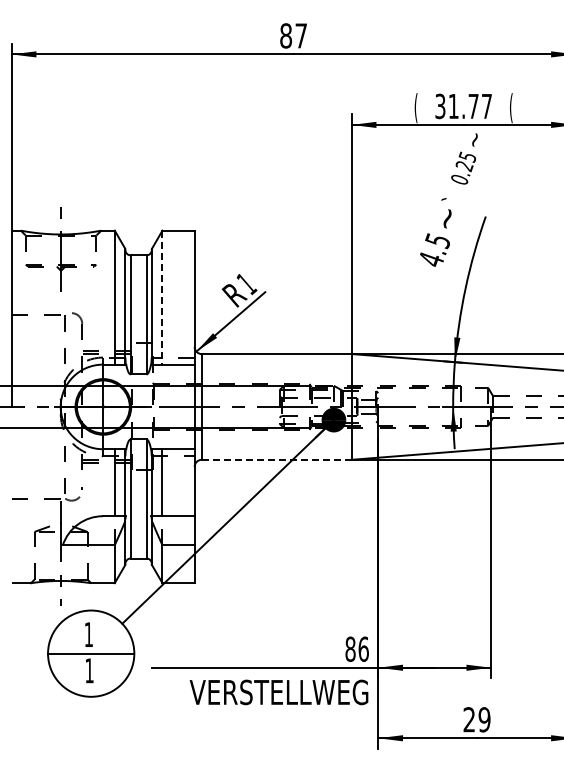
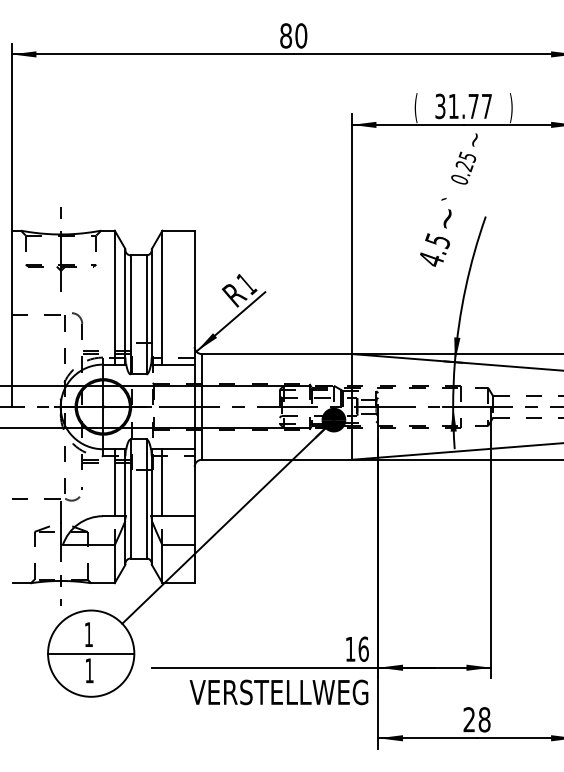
text at (301, 35): 87 -> 80
text at (511, 108): ( -> )
line at (162, 297): dashed -> solid
line at (277, 459): dashed -> solid
text at (350, 648): 86 -> 16
text at (484, 719): 29 -> 28
